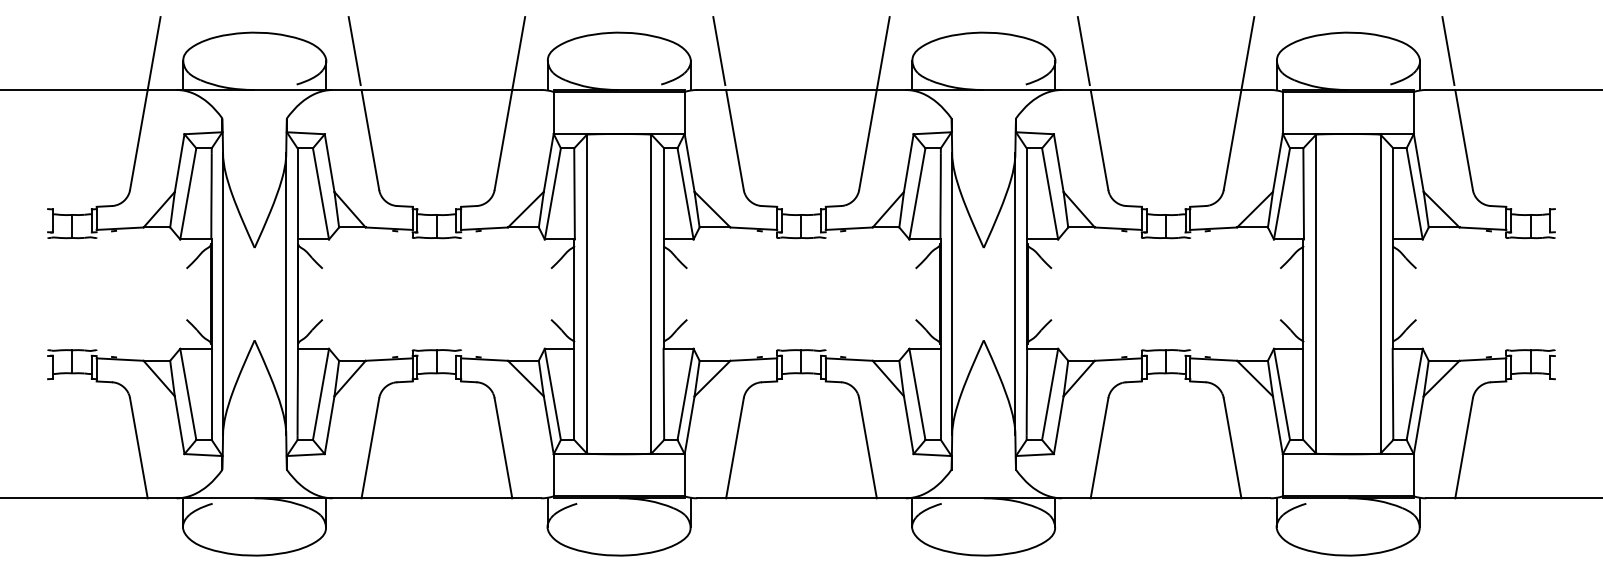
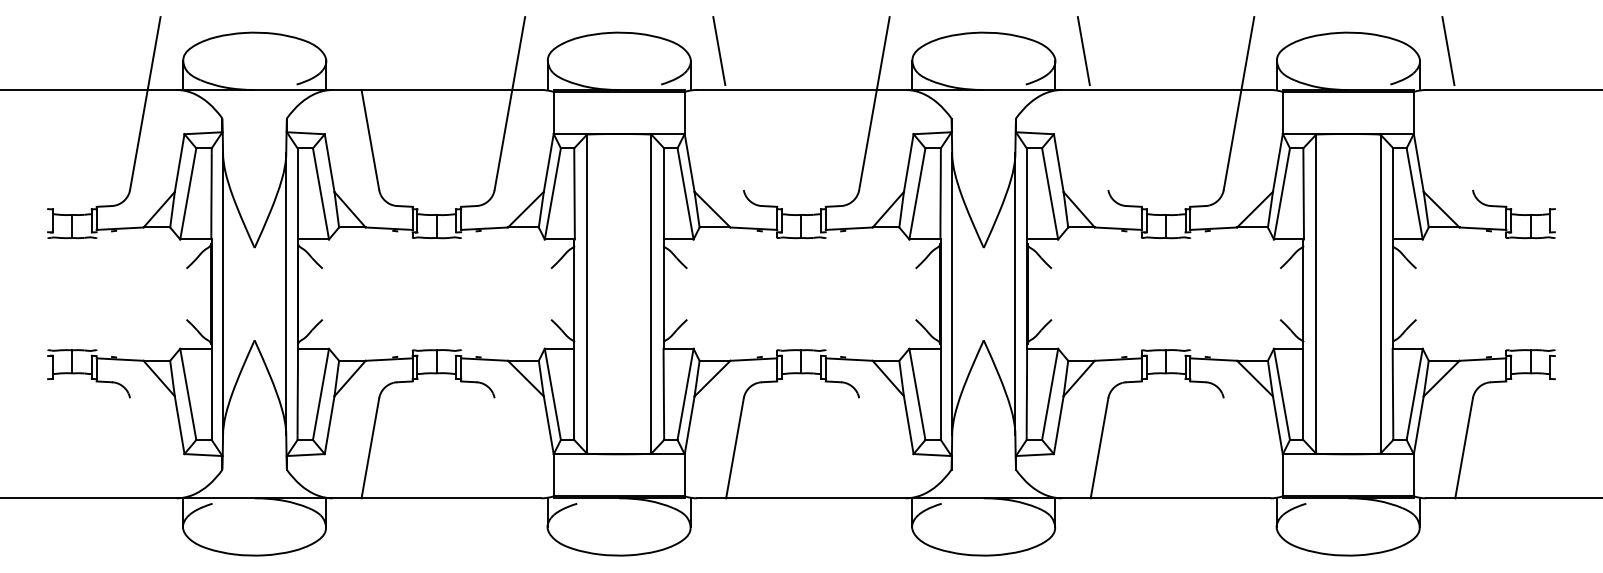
line at (354, 51): present -> none
line at (734, 139): present -> none
line at (1099, 139): present -> none
line at (1463, 139): present -> none
line at (138, 448): present -> none
line at (503, 448): present -> none
line at (867, 448): present -> none
line at (1232, 448): present -> none
